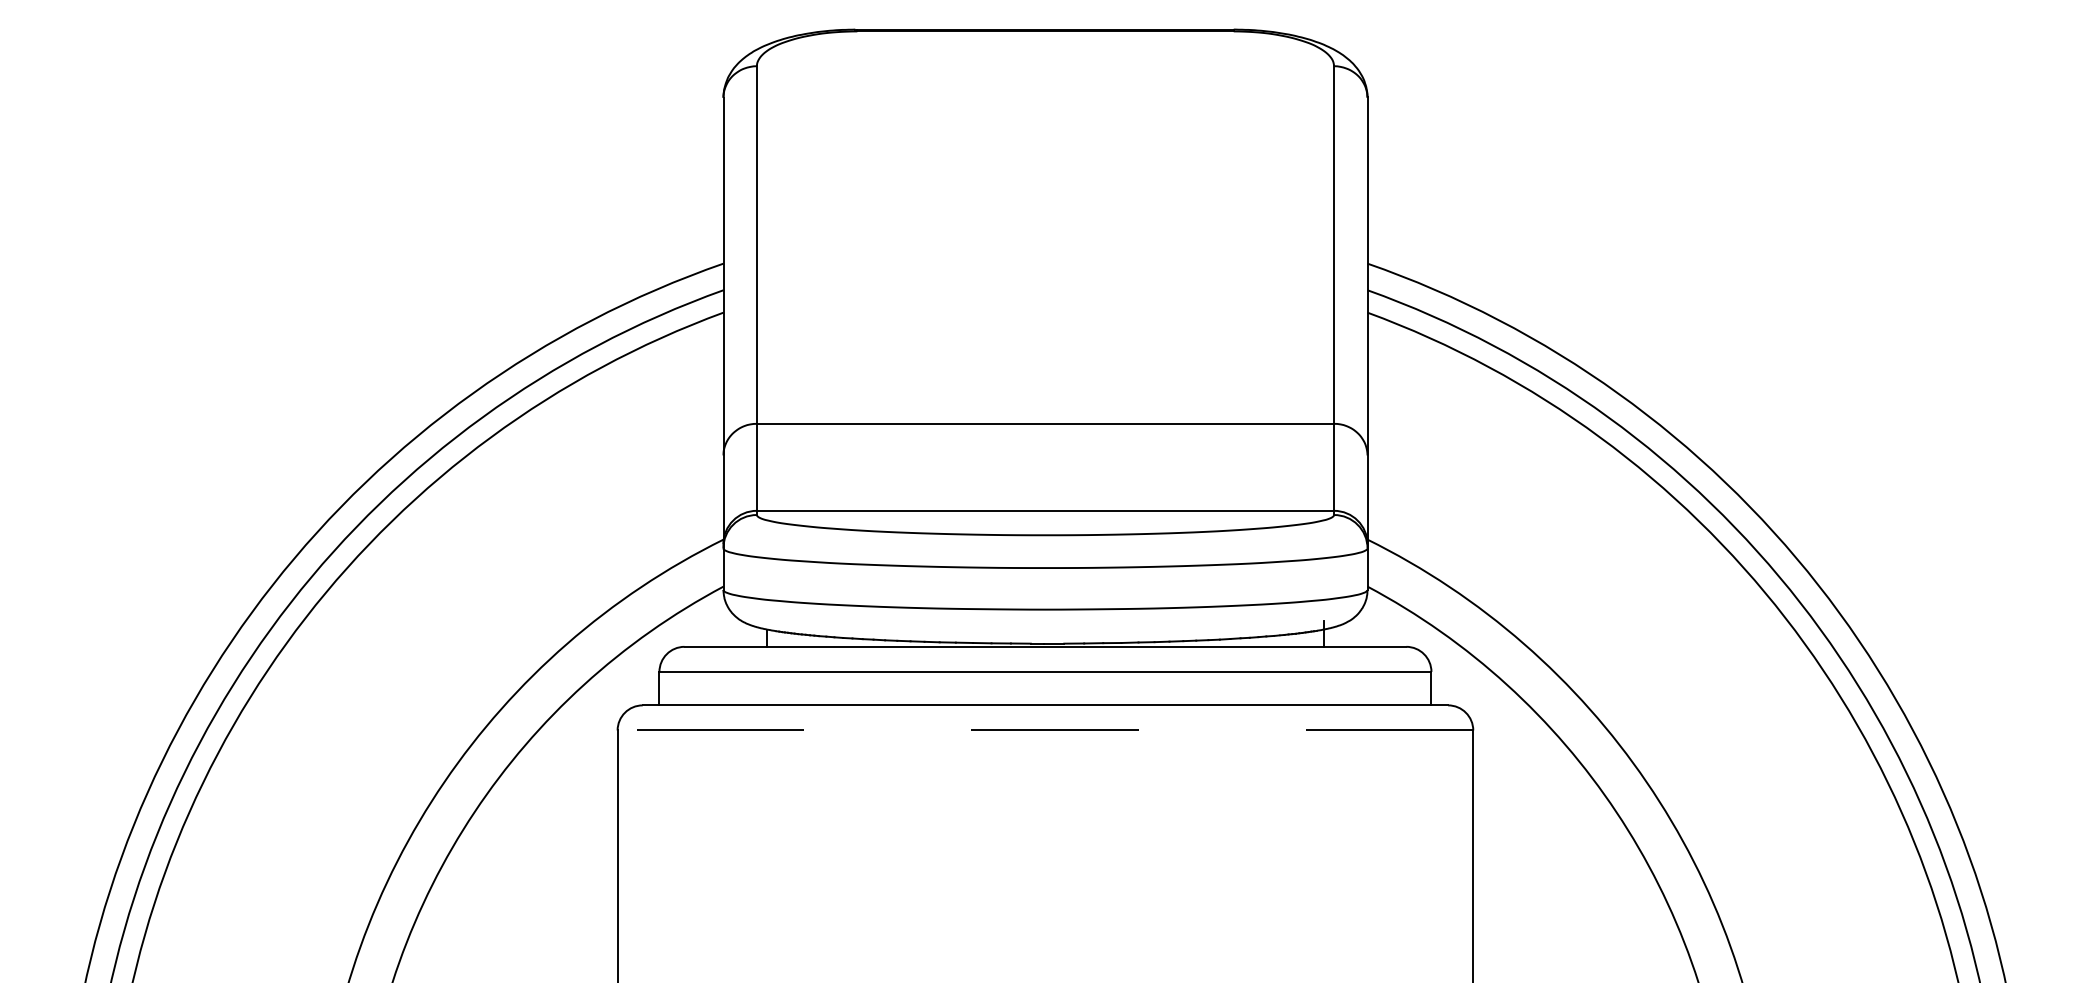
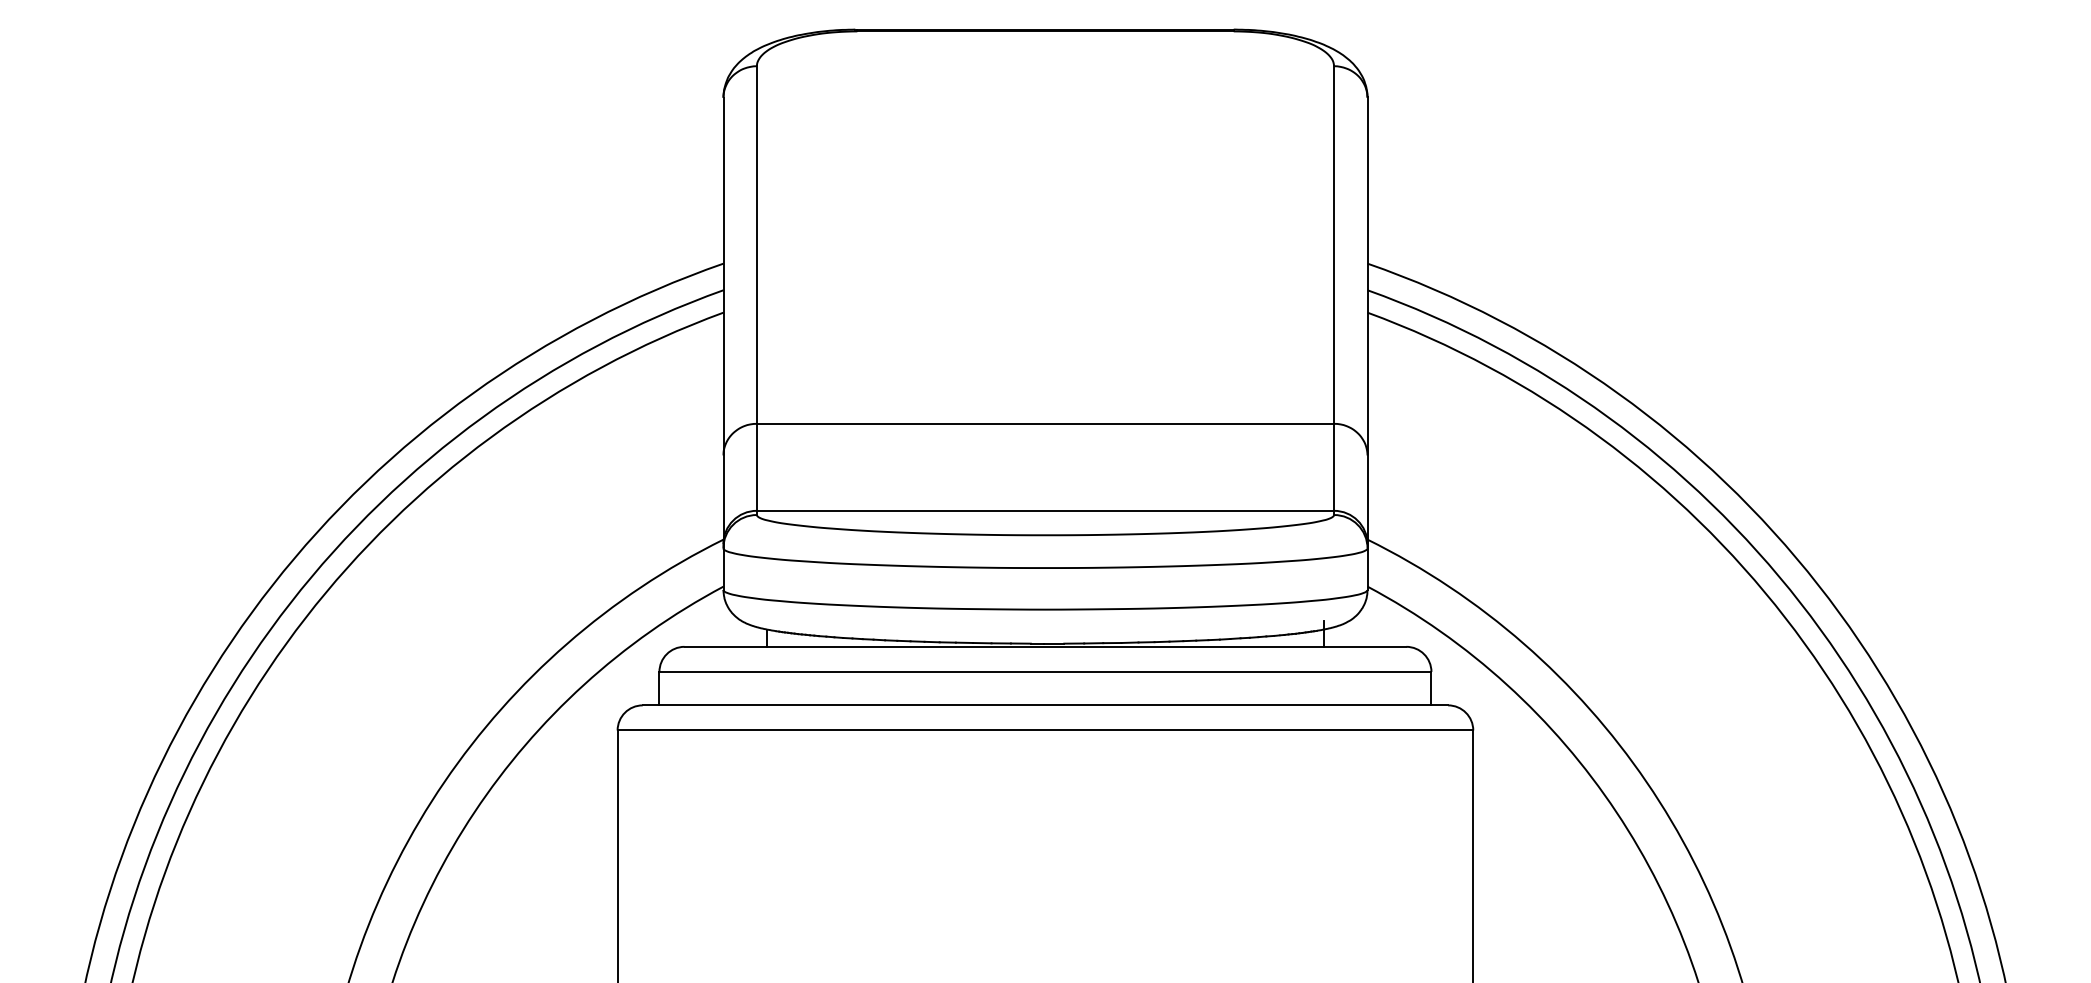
line at (1045, 730): dashed -> solid
